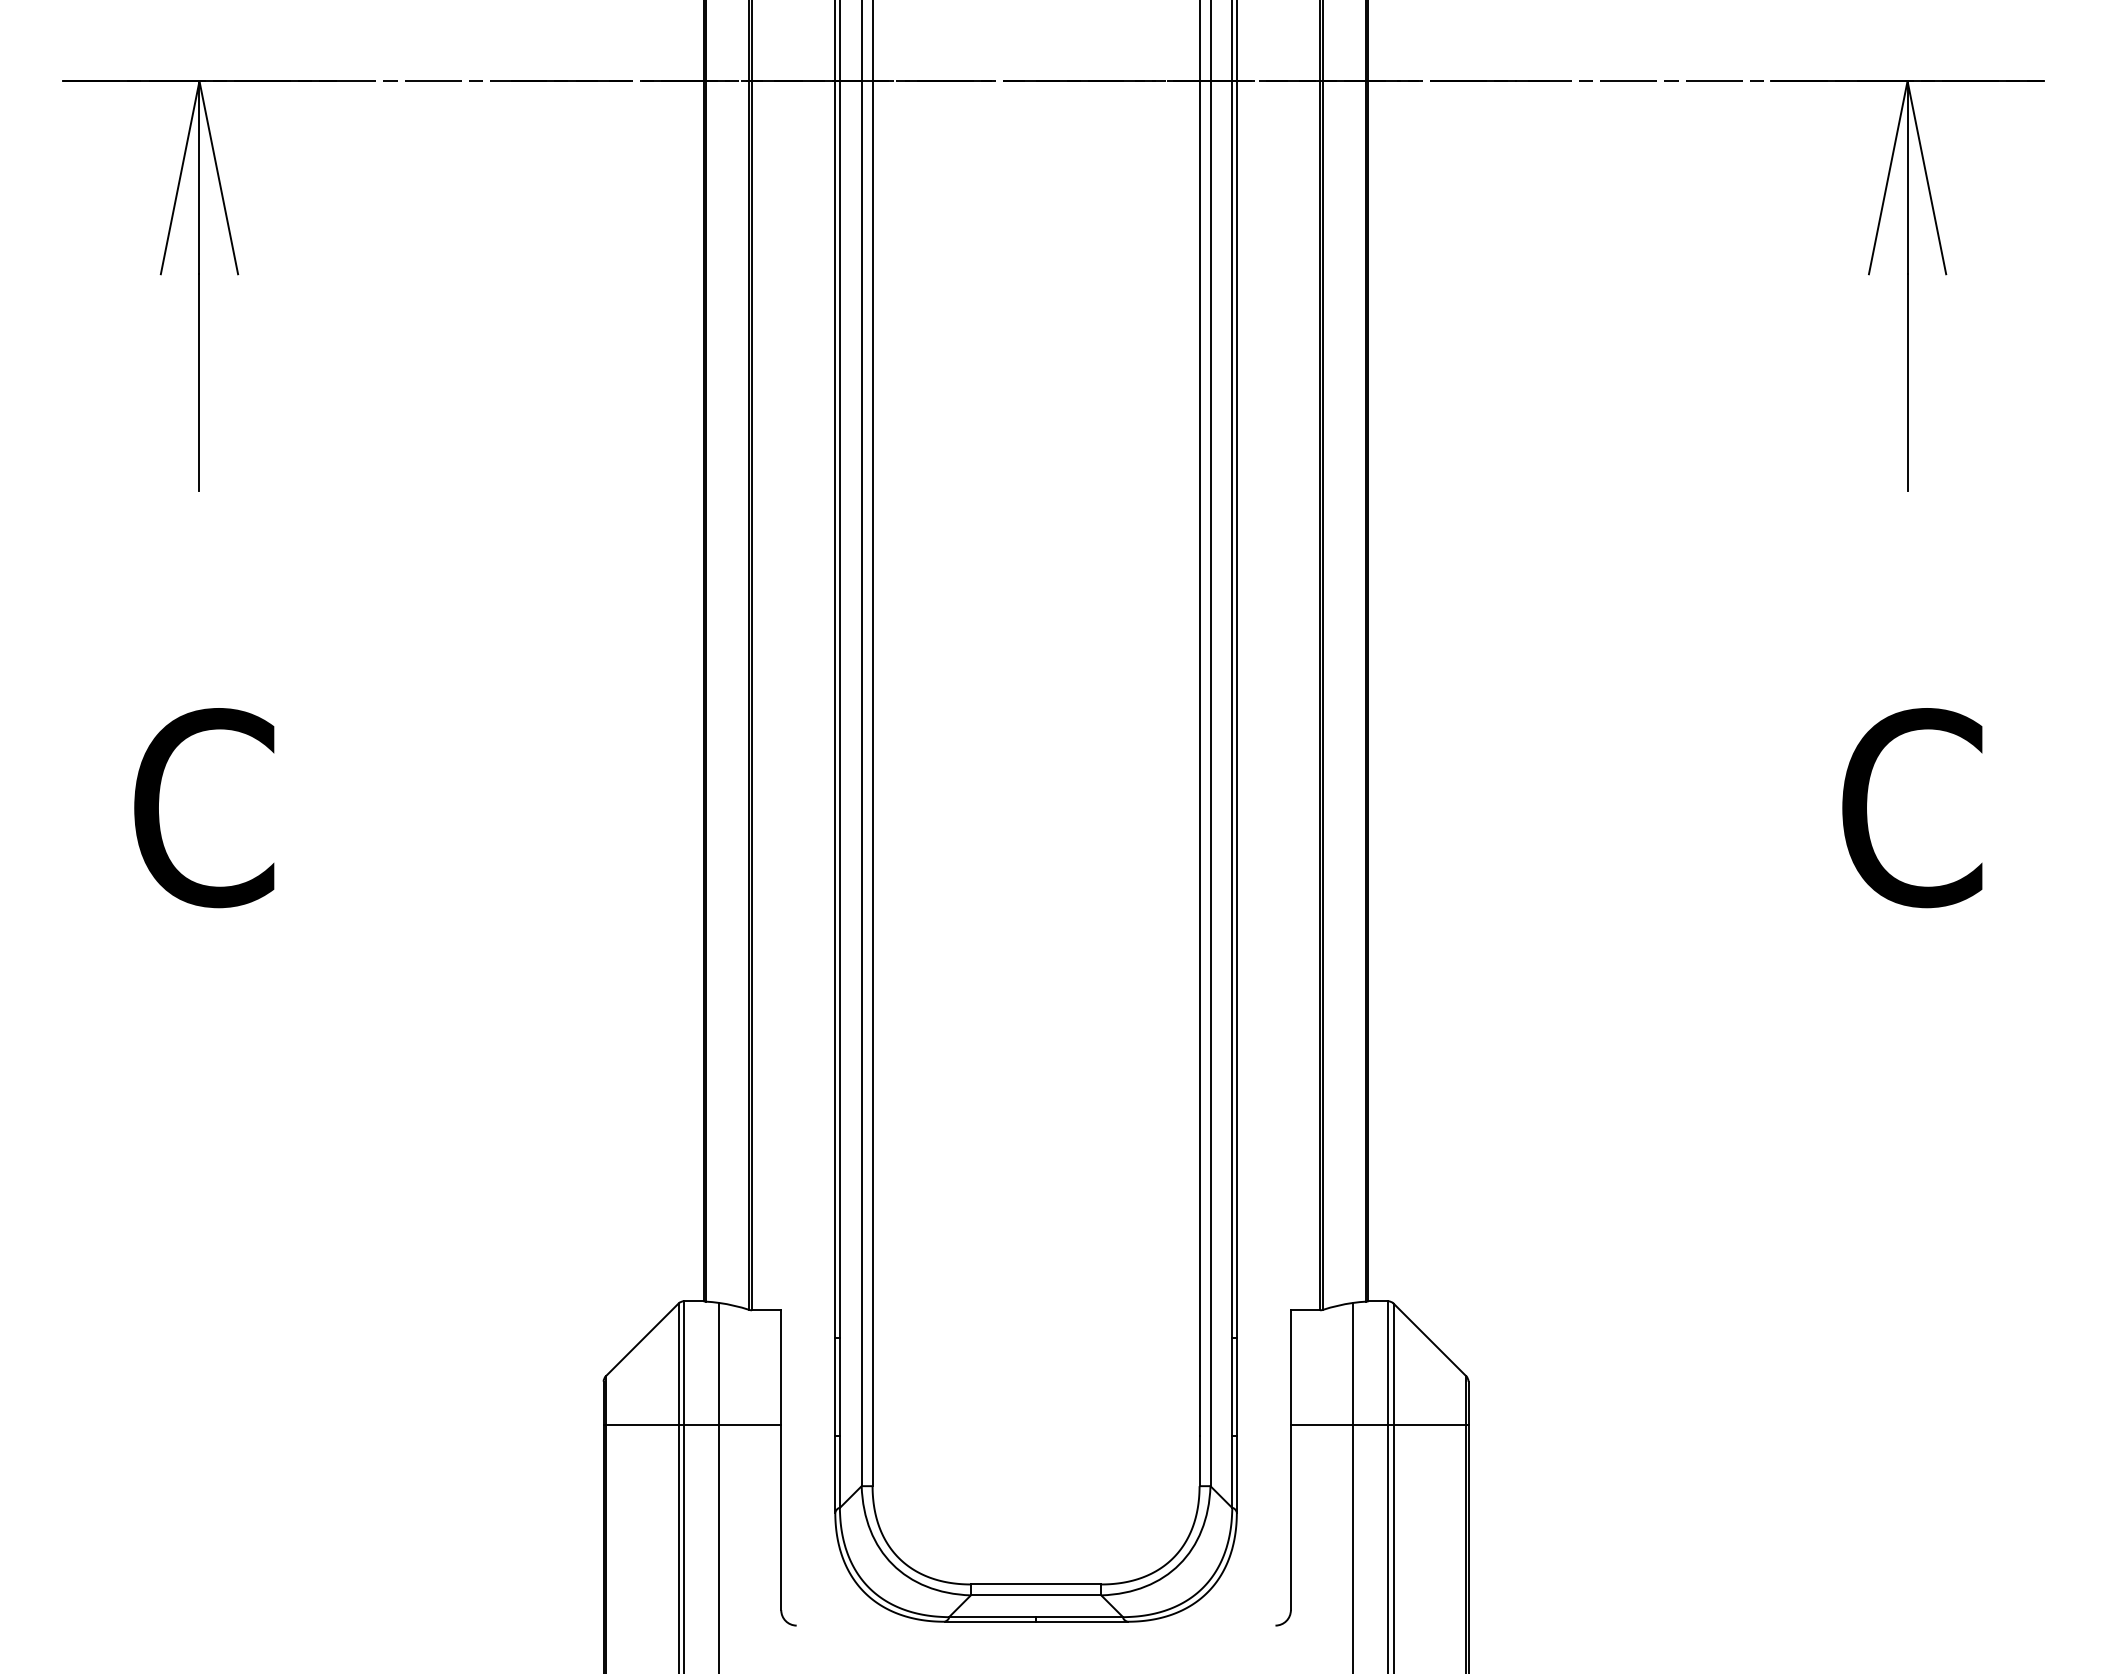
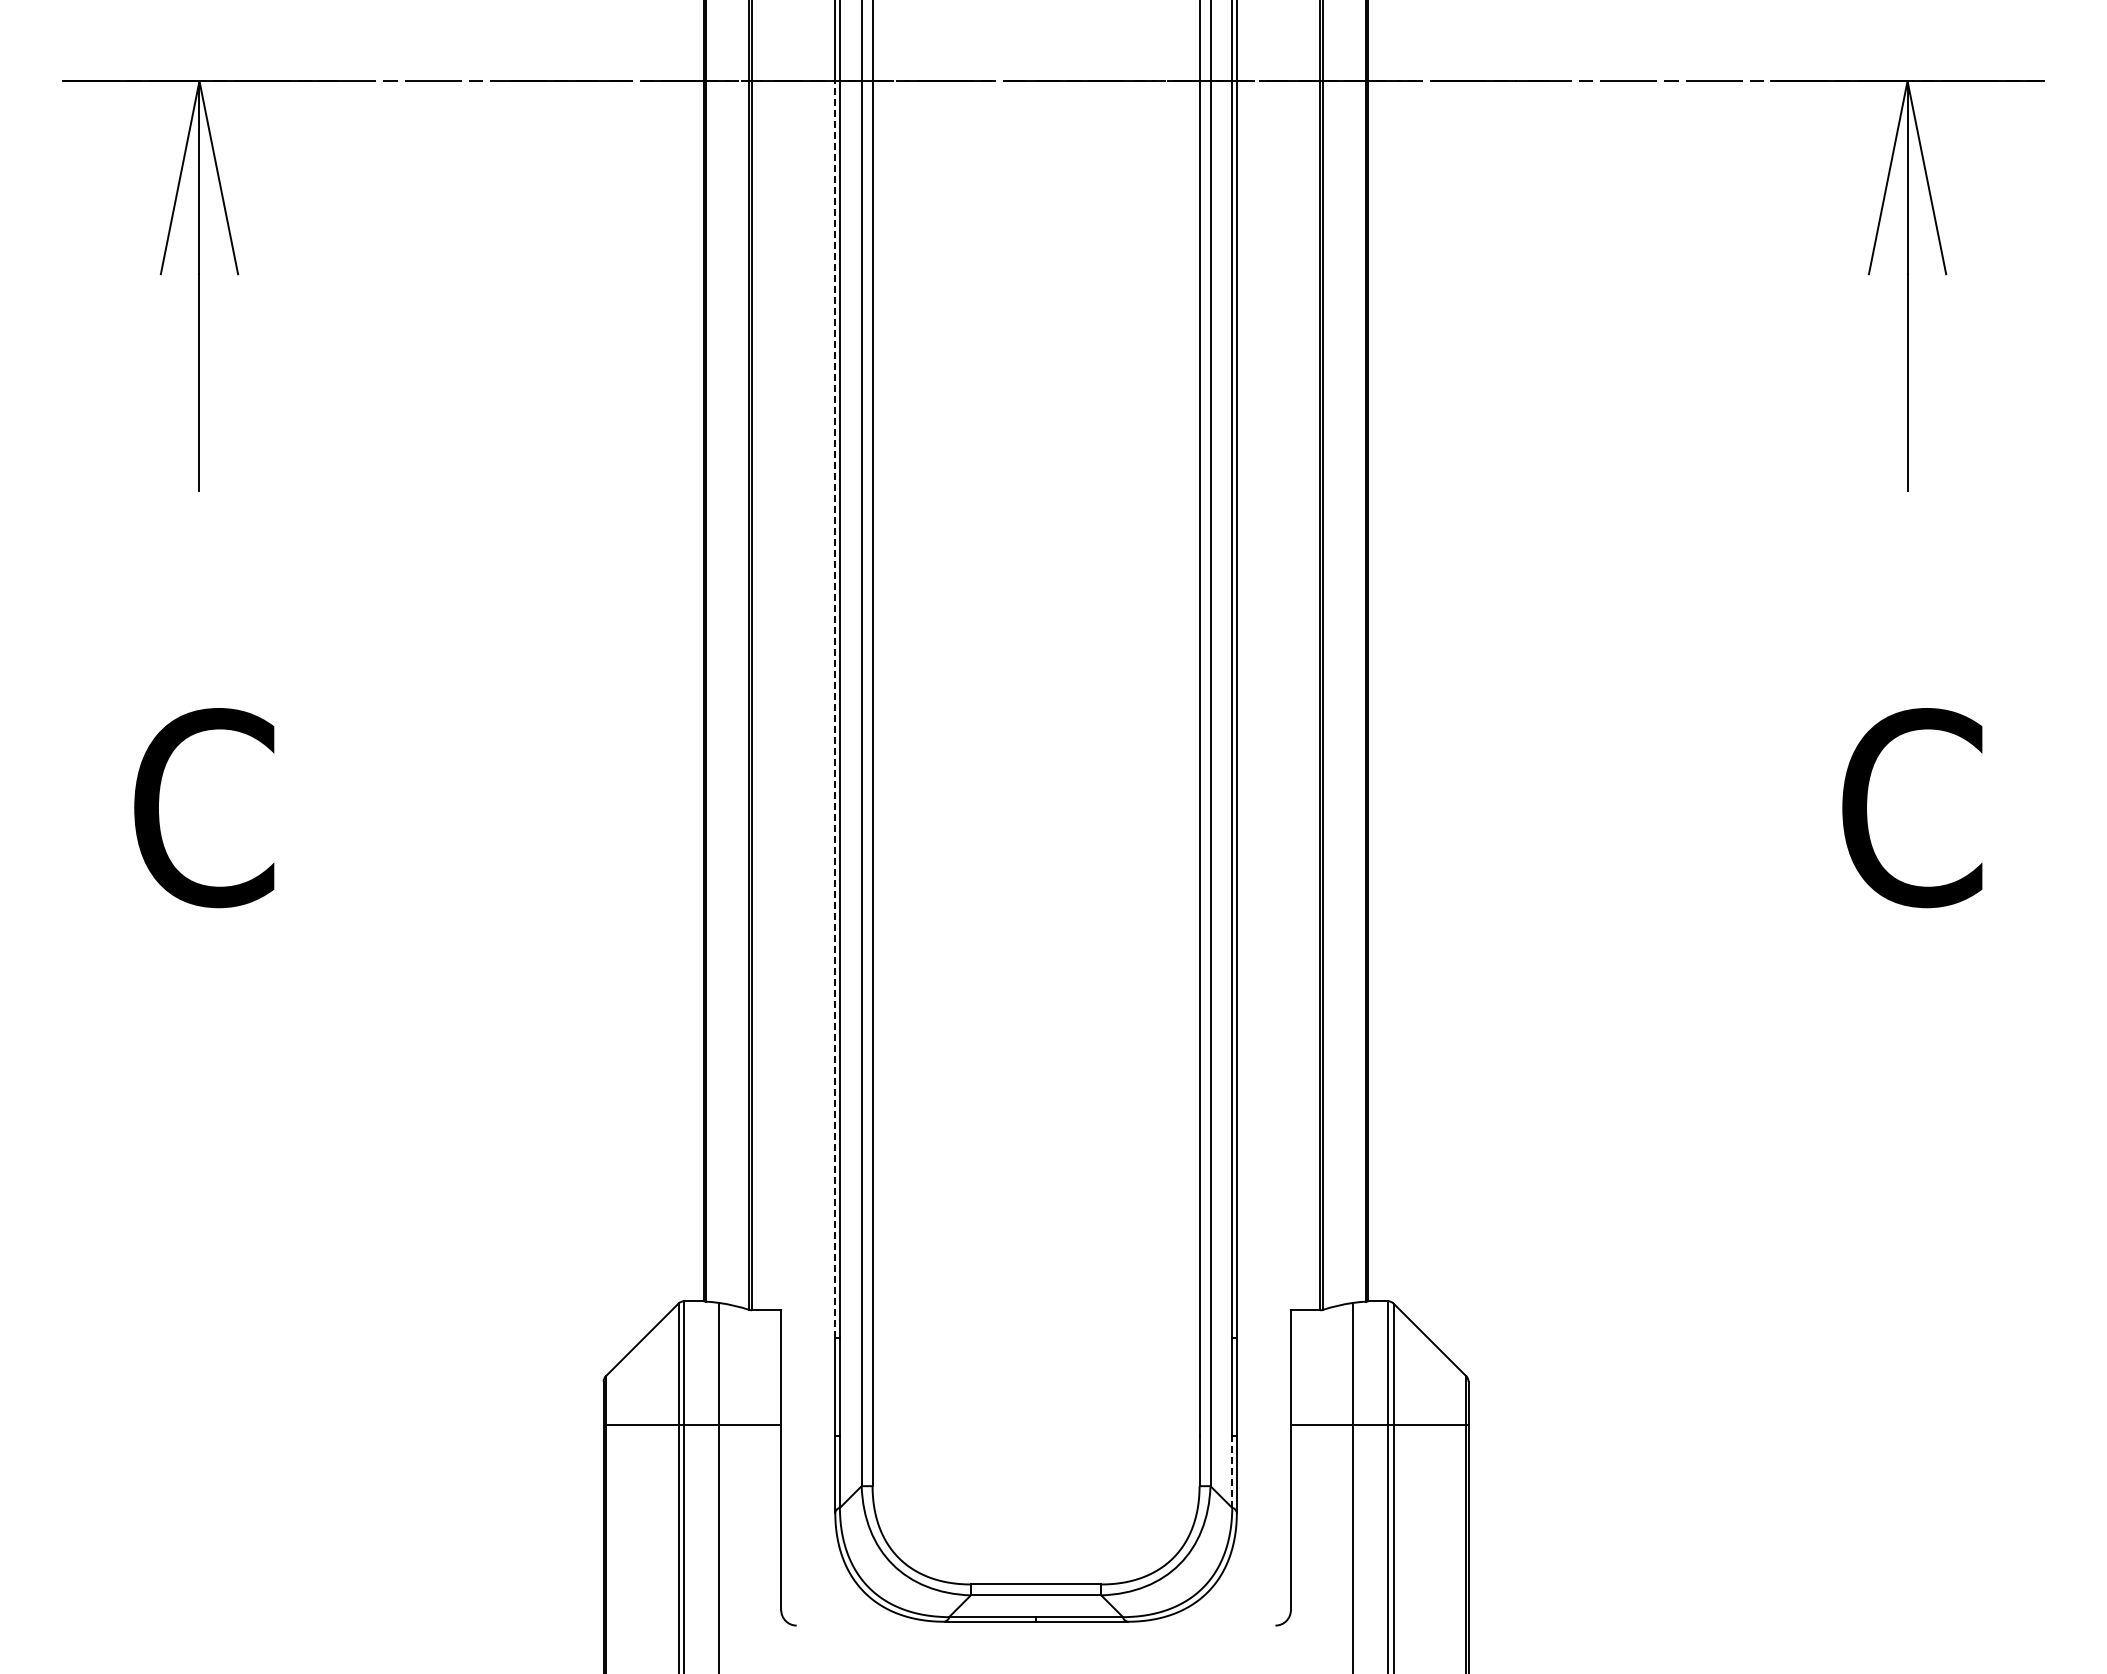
line at (835, 708): solid -> dashed
line at (1232, 1471): solid -> dashed
